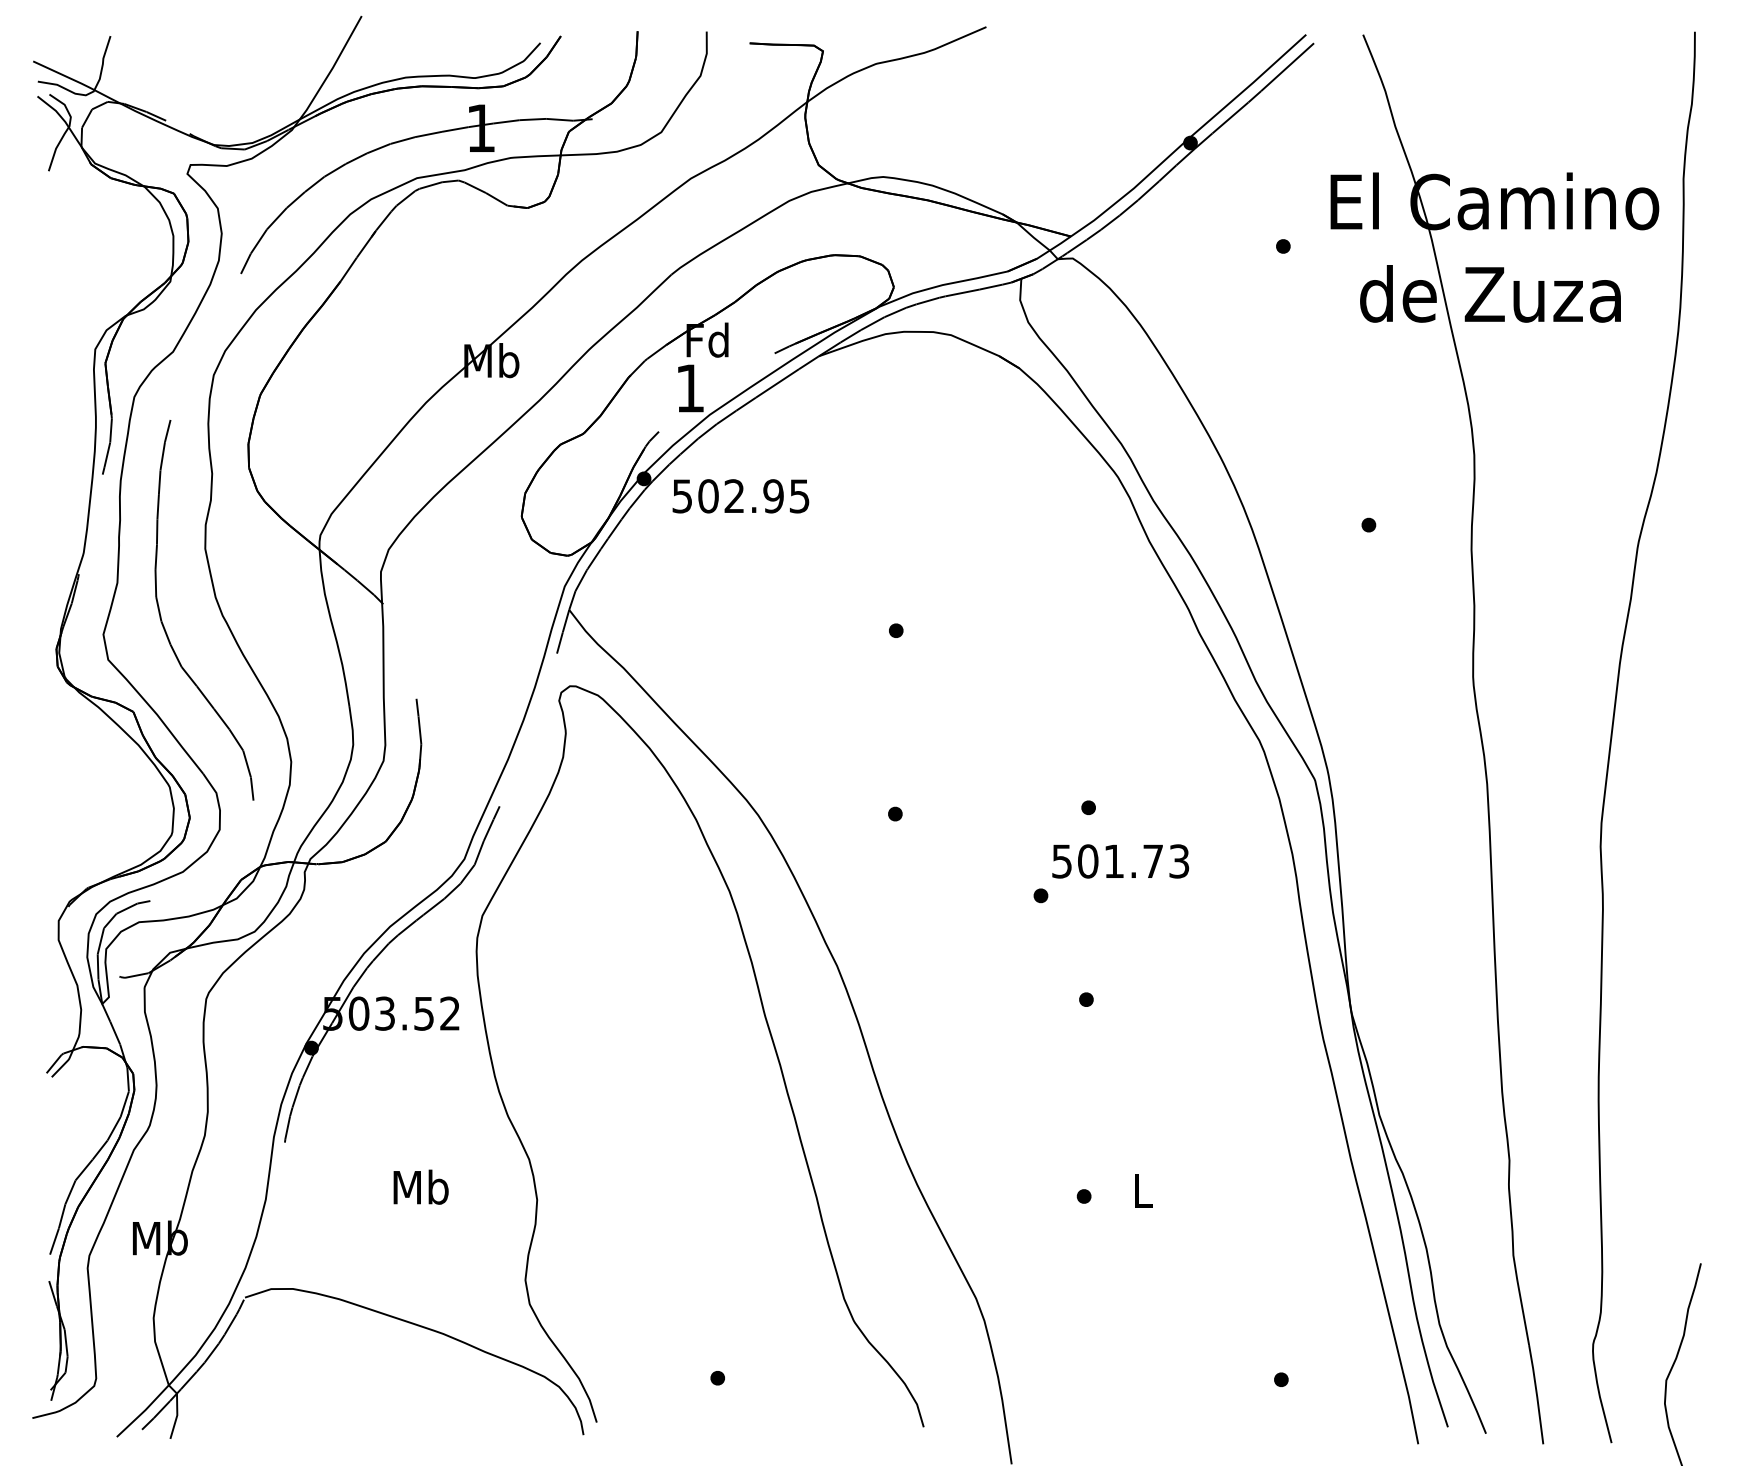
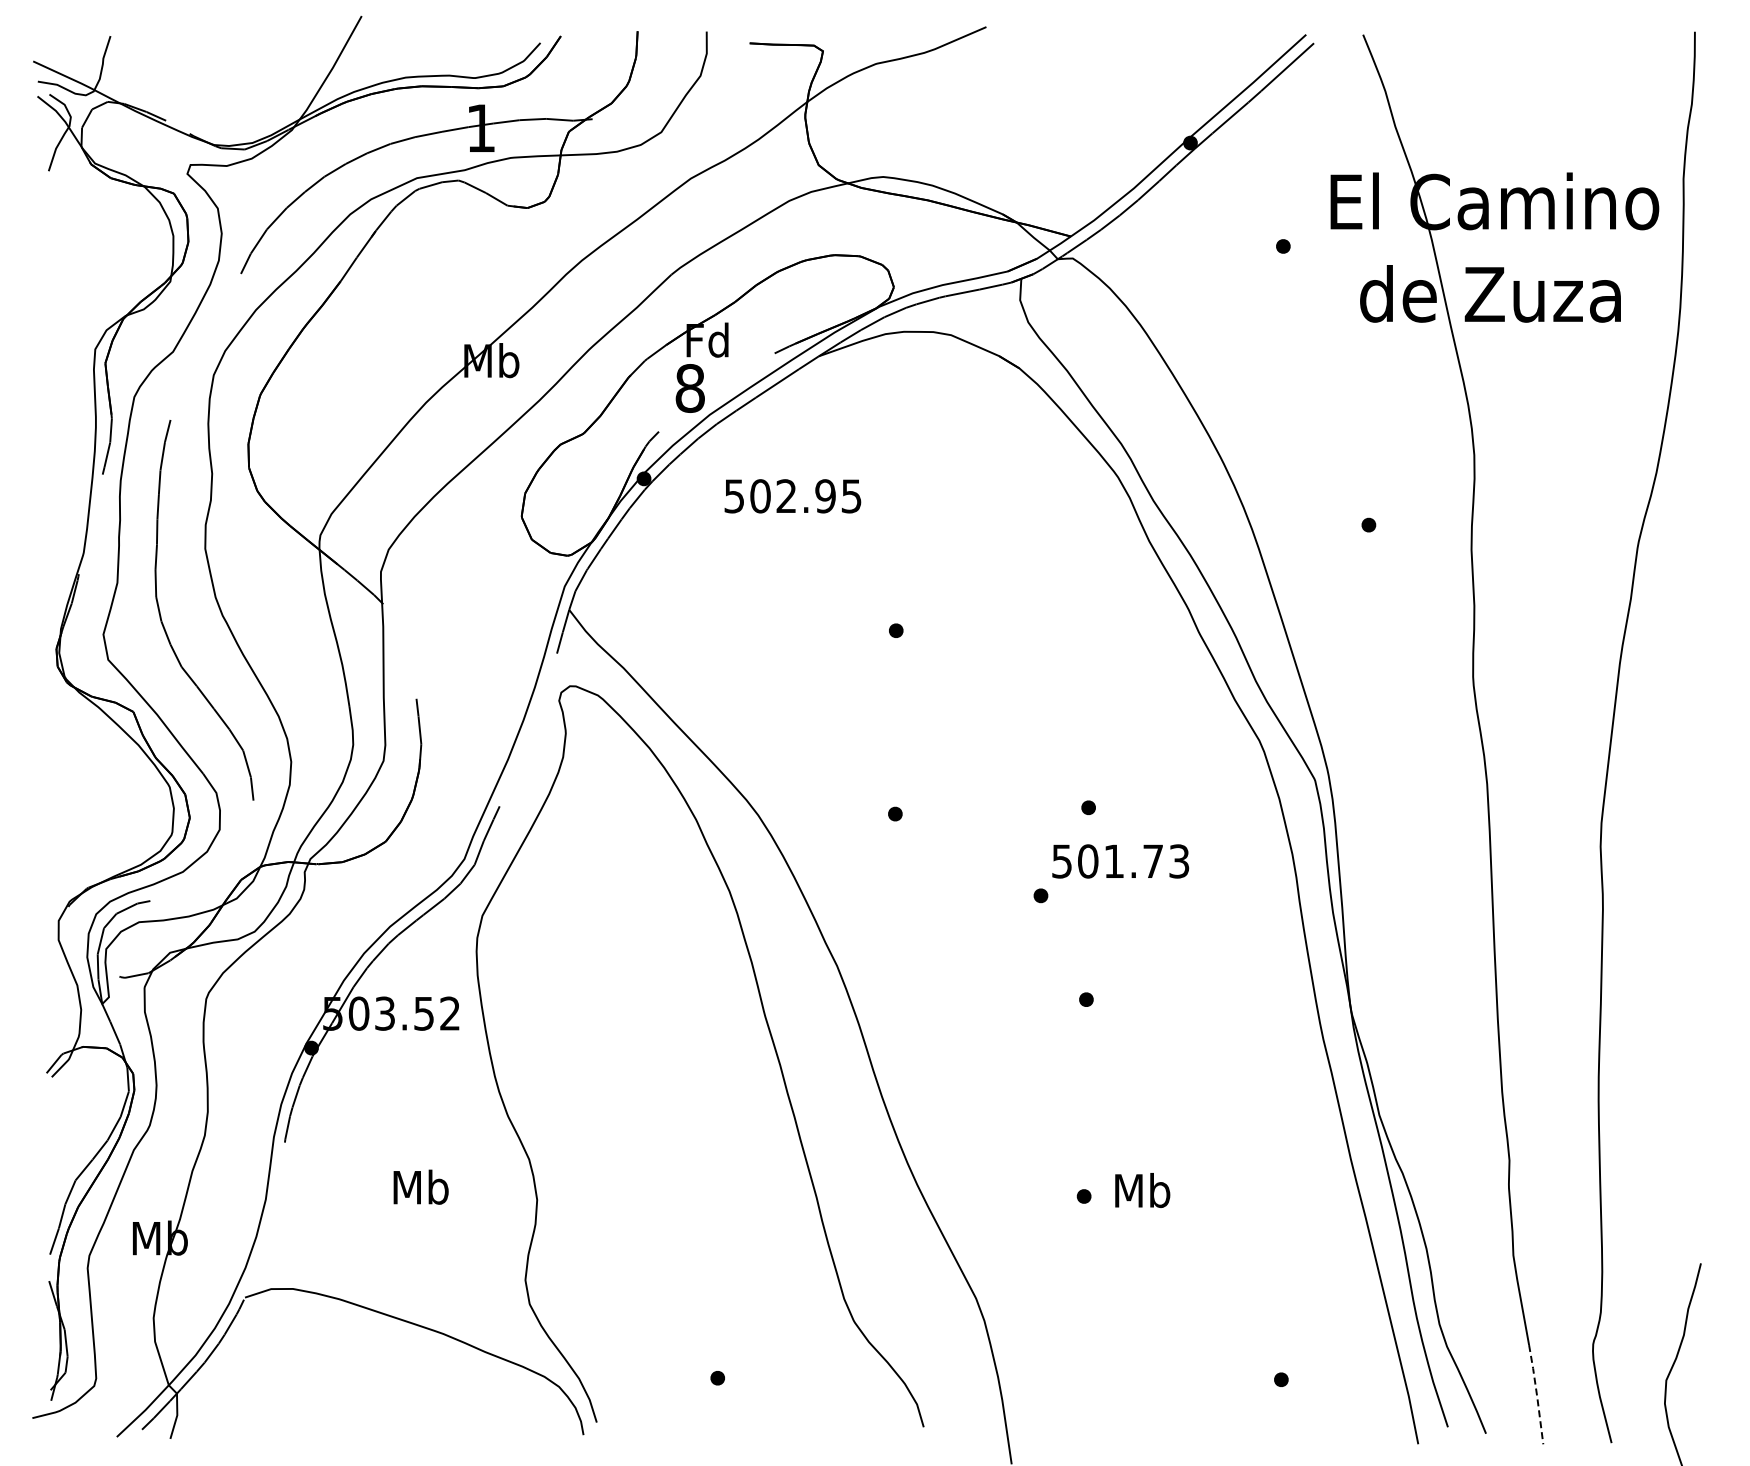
text at (689, 388): 1 -> 8
text at (740, 496) position: (740, 496) -> (792, 496)
text at (1142, 1190): L -> Mb
line at (1536, 1394): solid -> dashed
